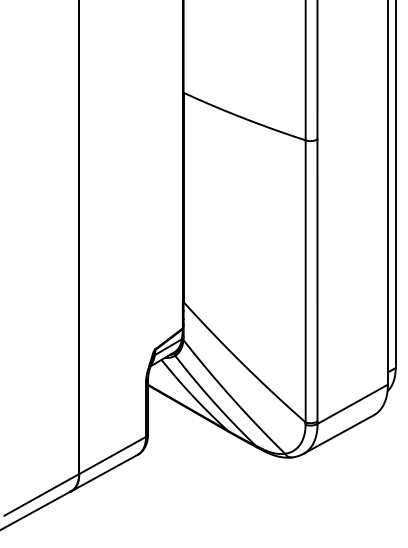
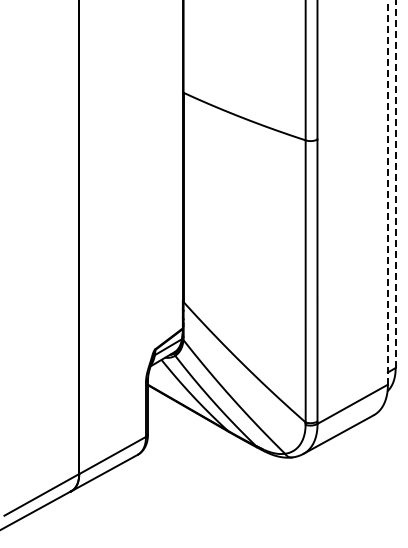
line at (395, 184): solid -> dashed
line at (387, 192): solid -> dashed
